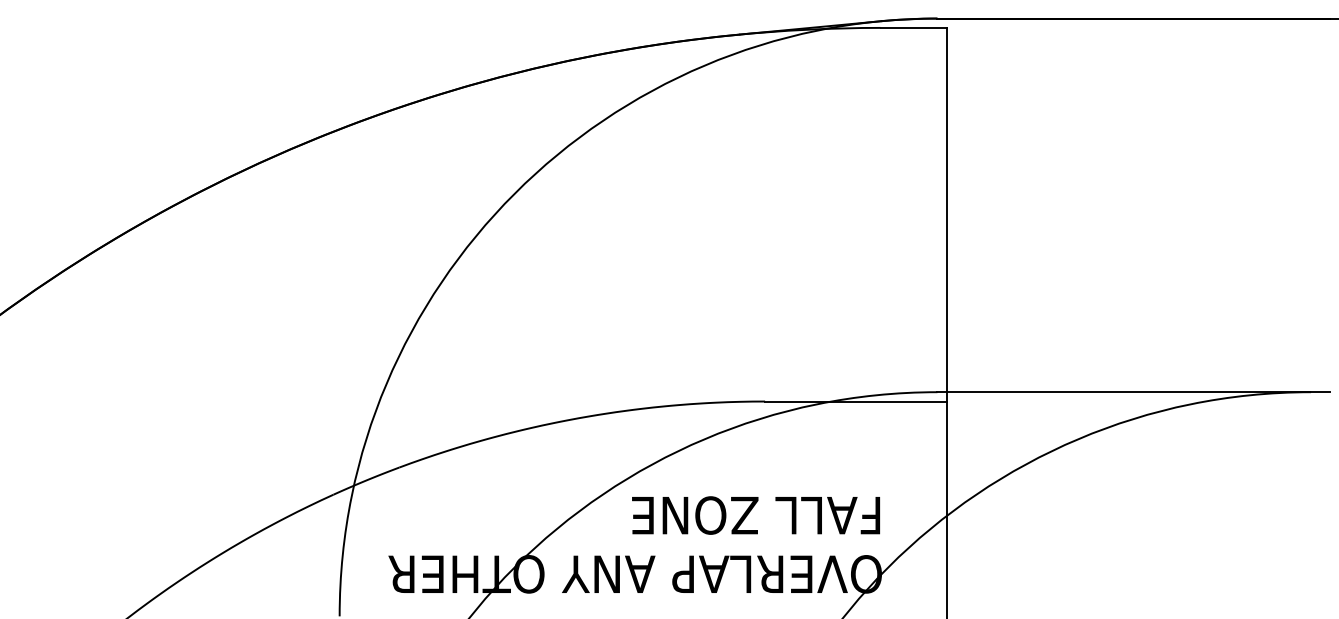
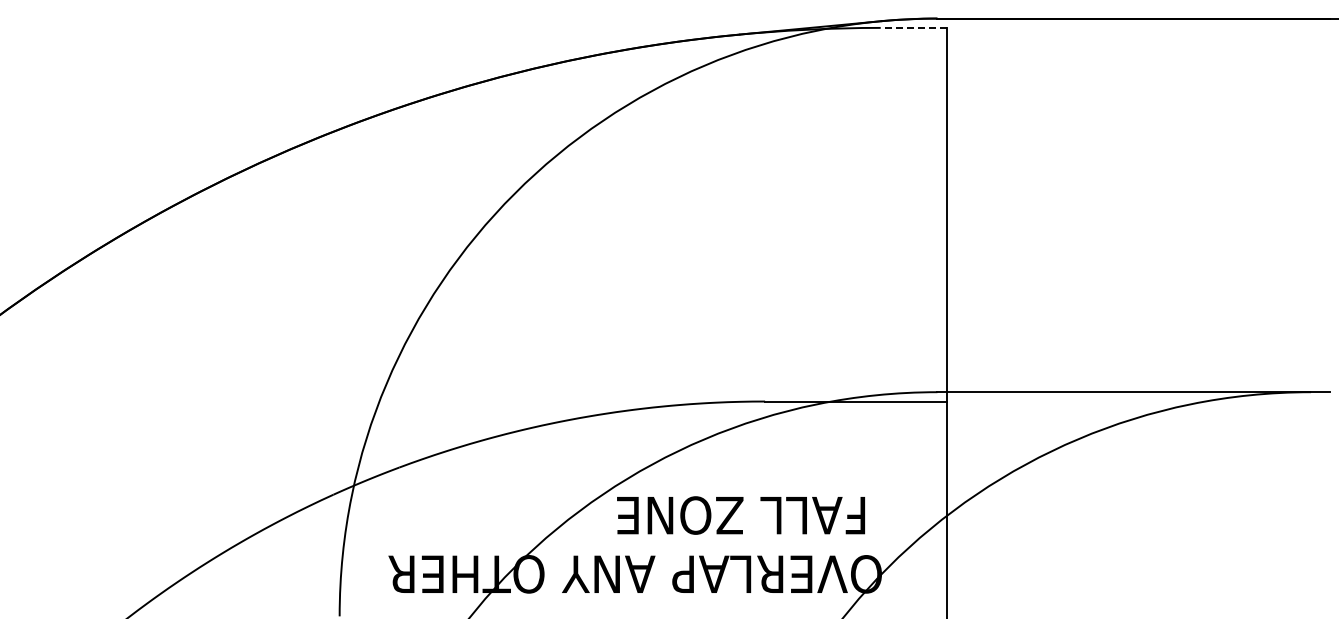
line at (913, 27): solid -> dashed
text at (755, 515) position: (755, 515) -> (740, 515)
